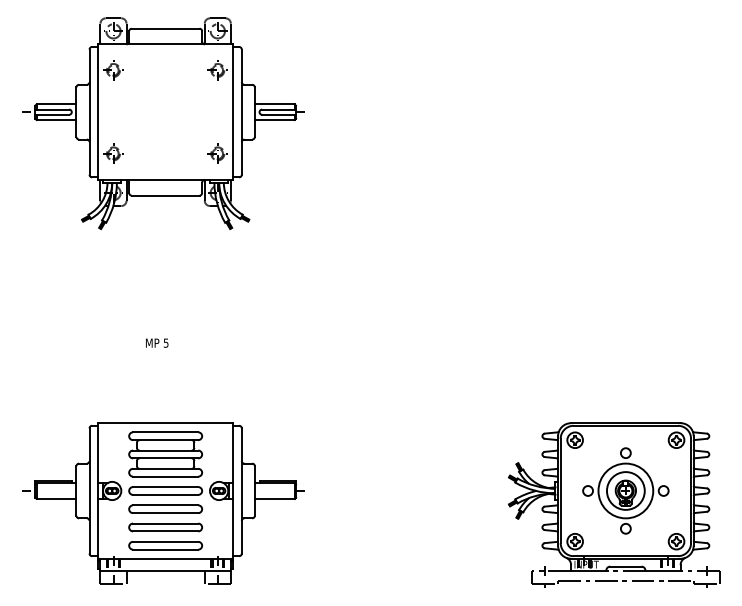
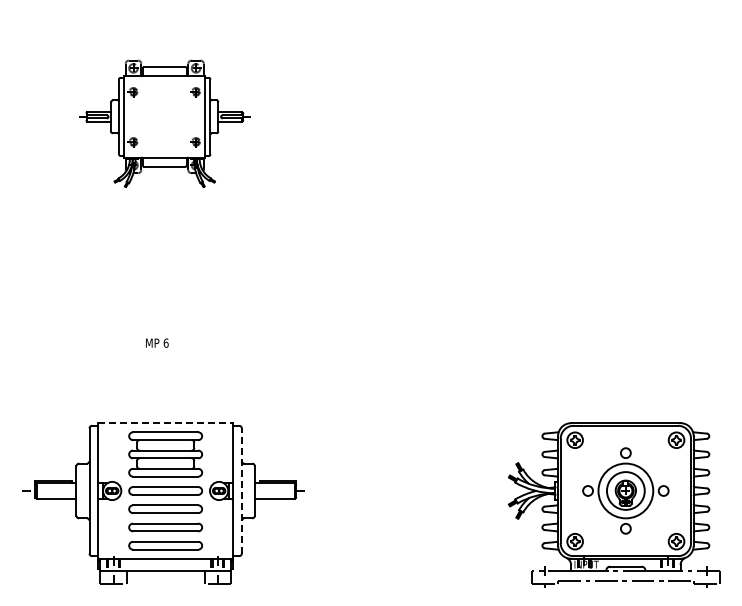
part at (163, 123) size: 283x214 px -> 172x130 px
text at (165, 342): 5 -> 6
line at (165, 423): solid -> dashed
line at (241, 490): solid -> dashed
